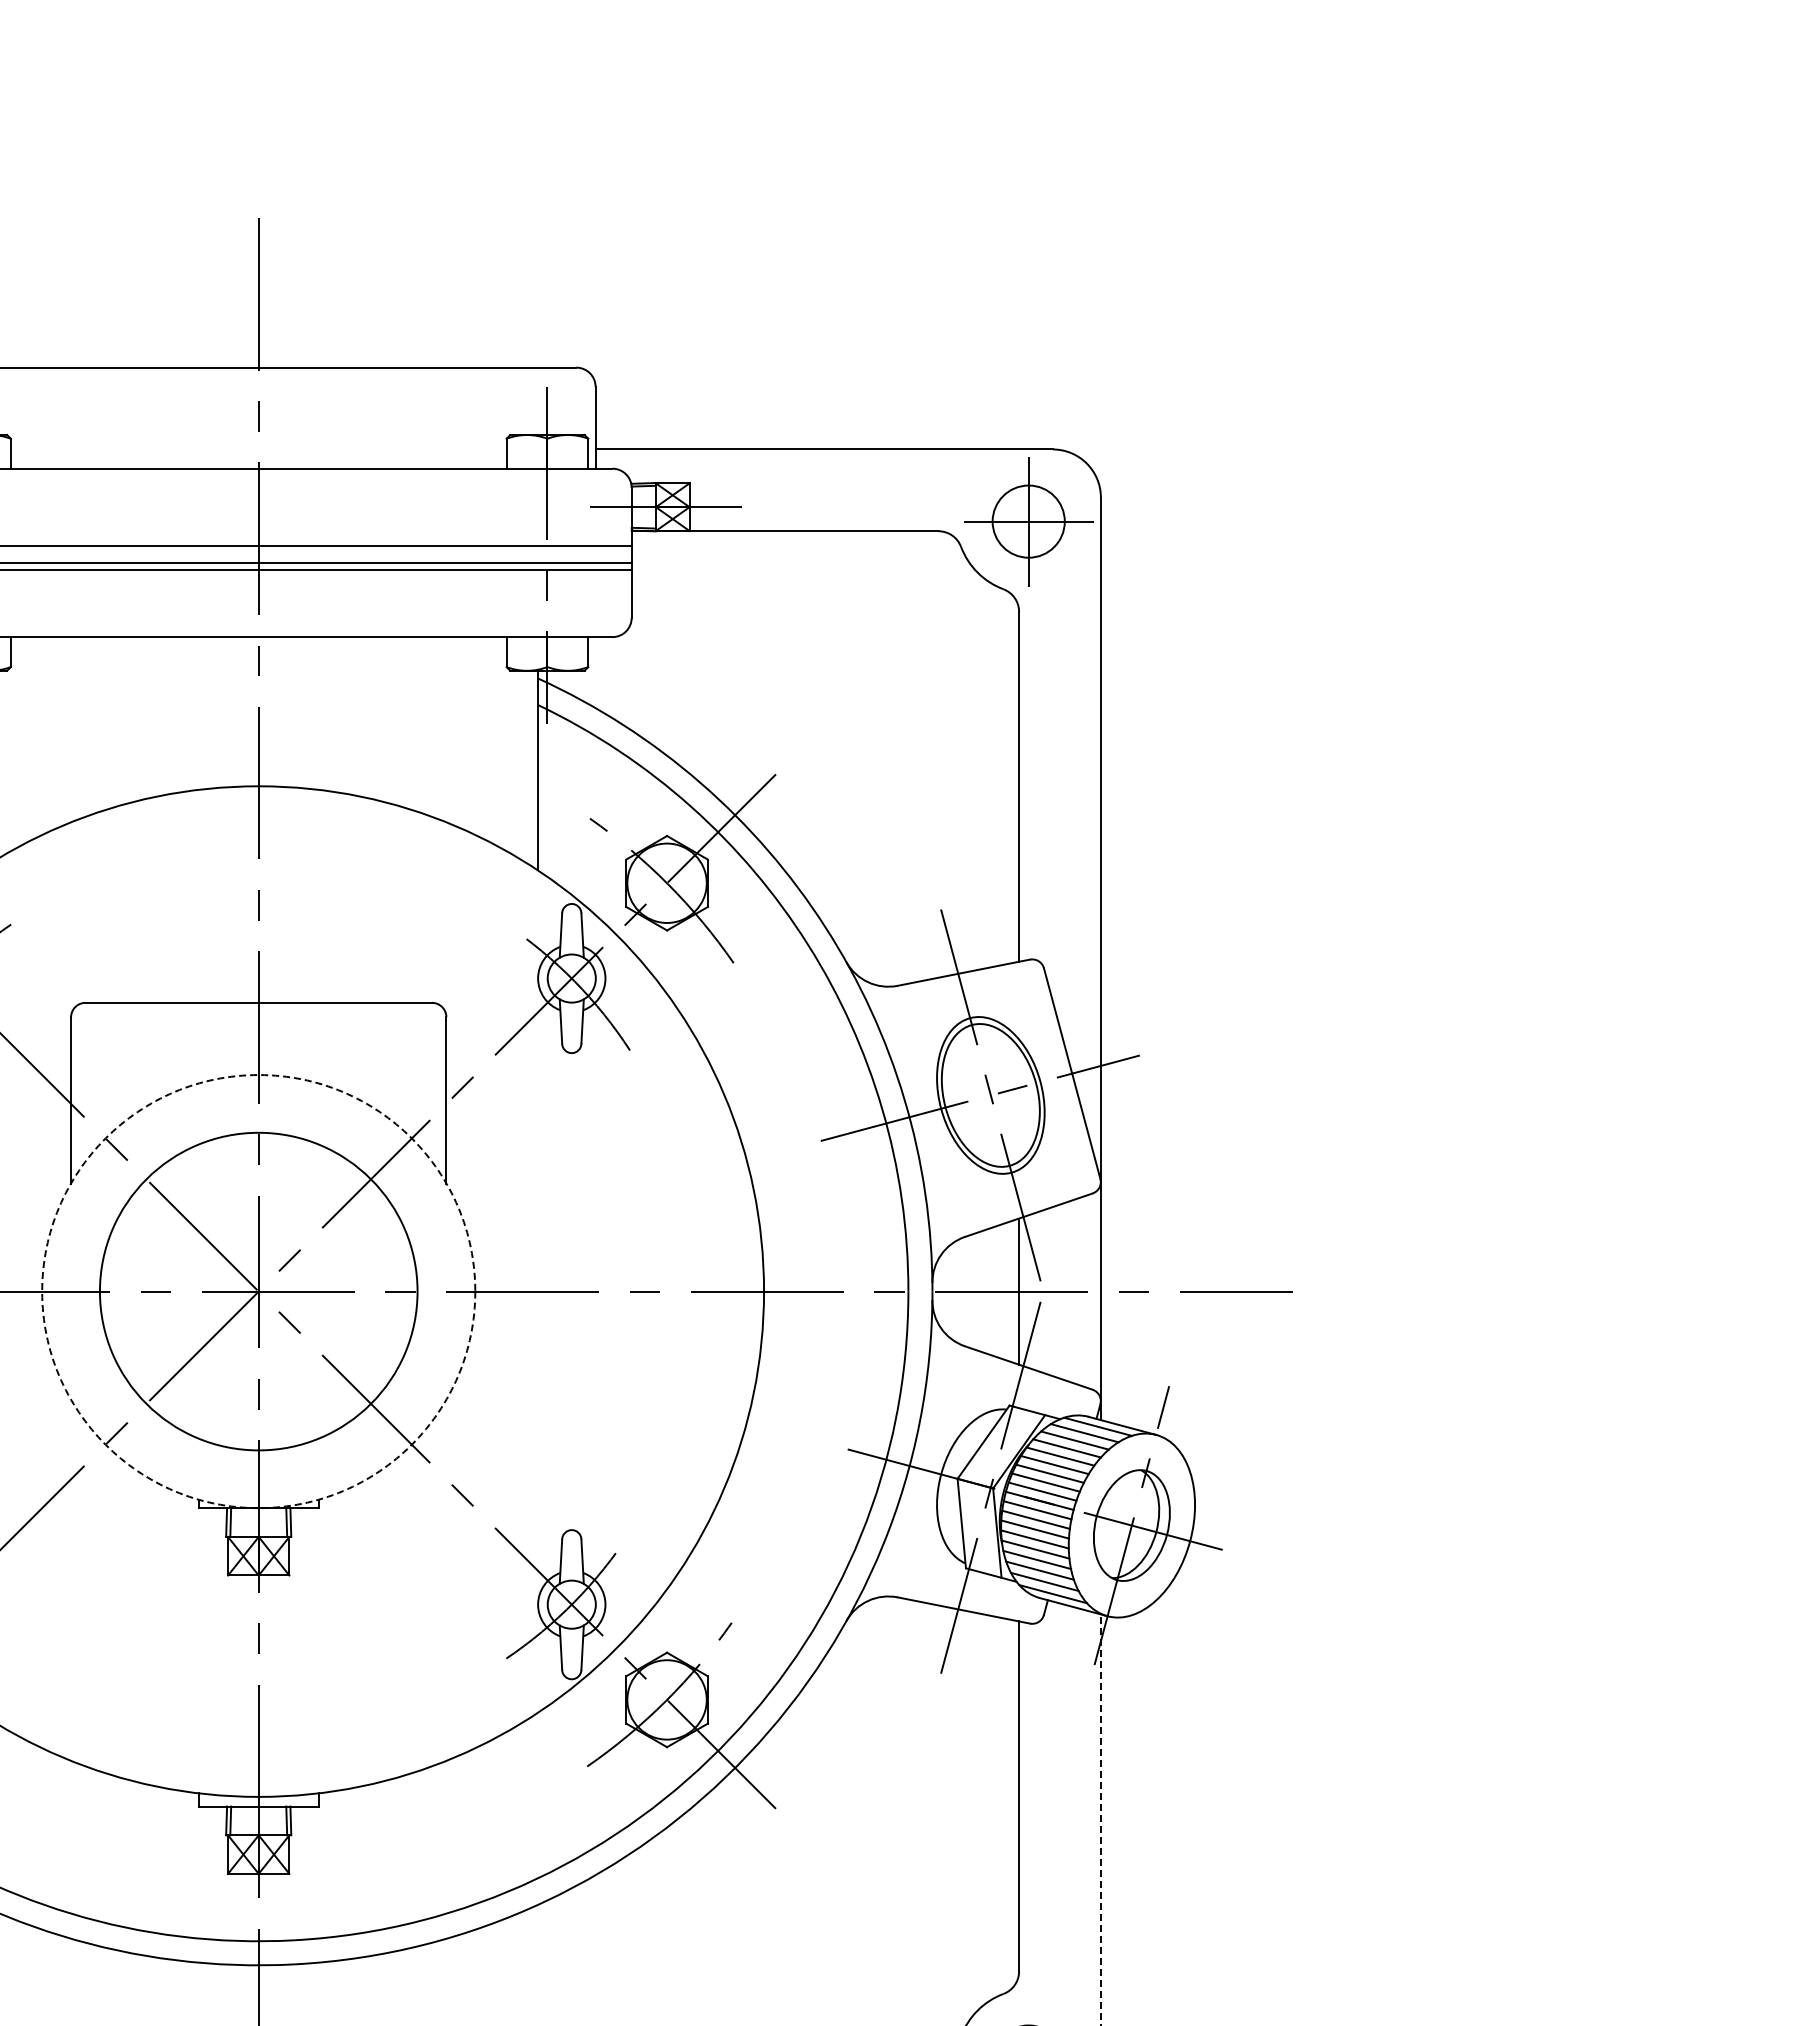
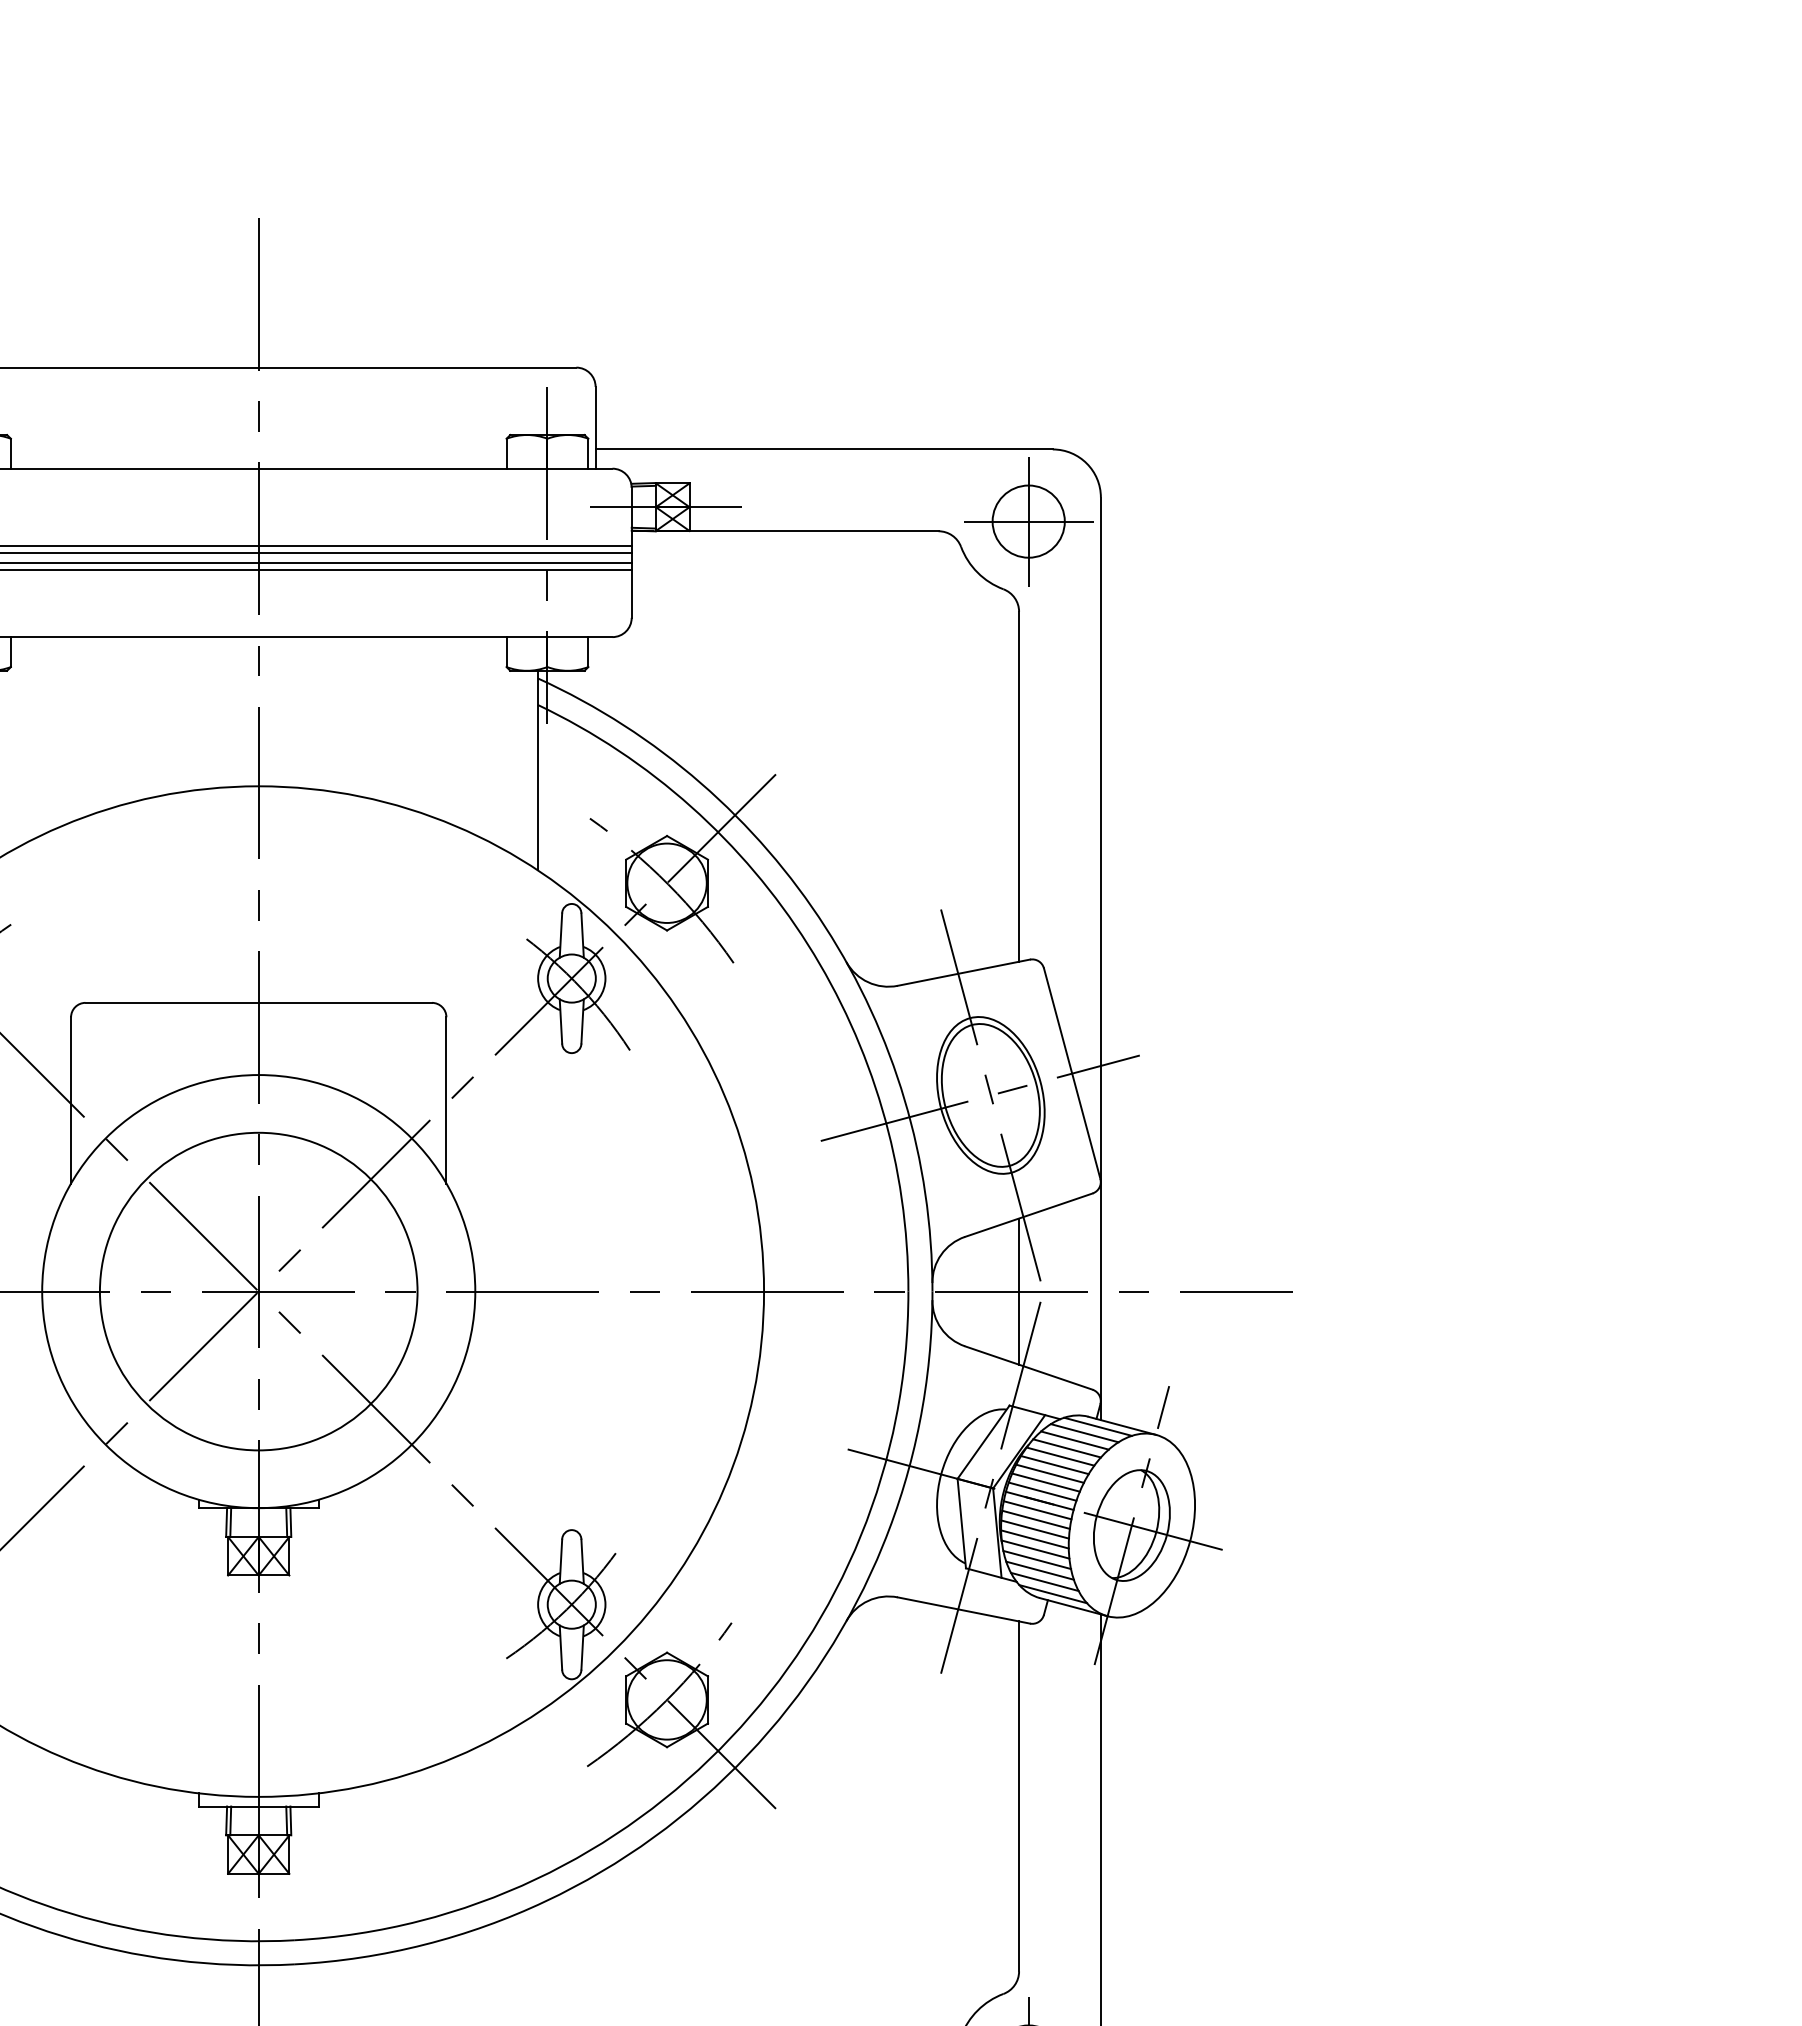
line at (316, 552): none -> present
circle at (258, 1291): dashed -> solid
line at (1100, 1820): dashed -> solid
line at (1028, 2009): none -> present
